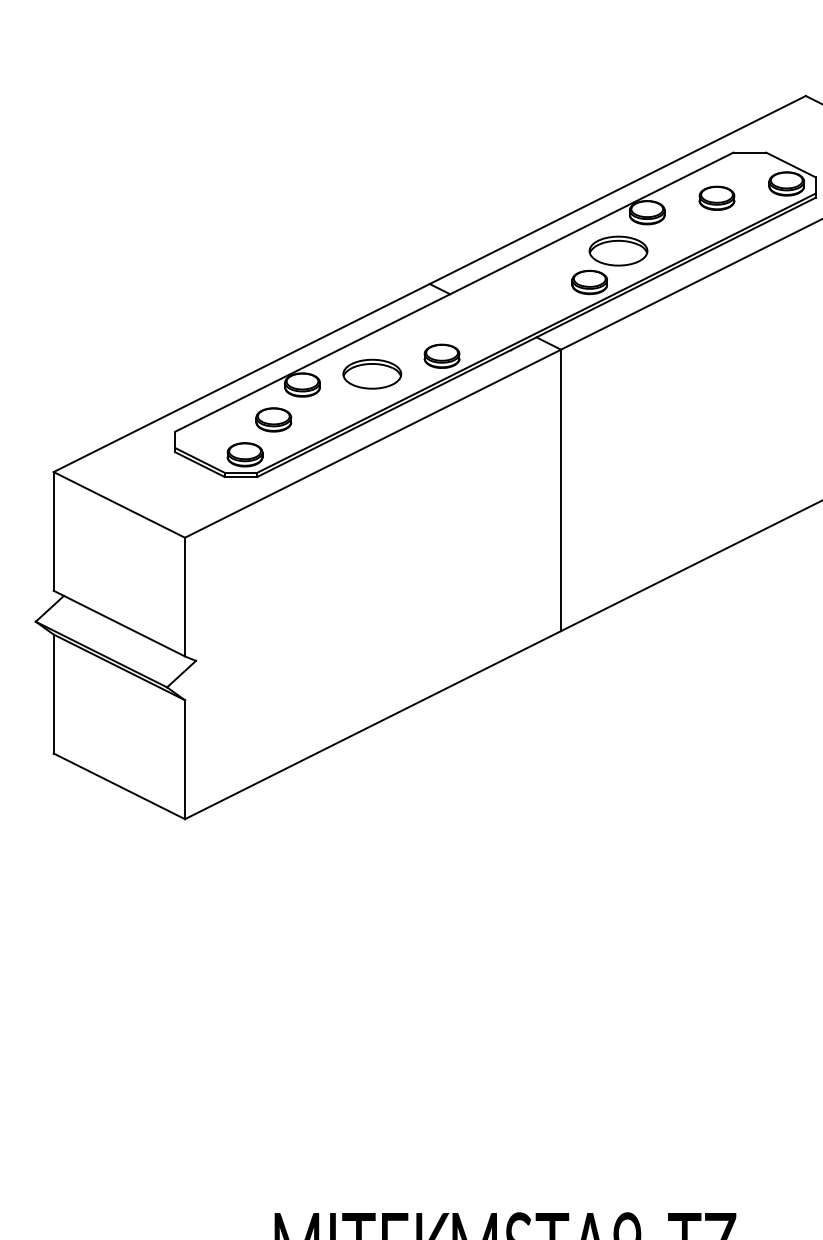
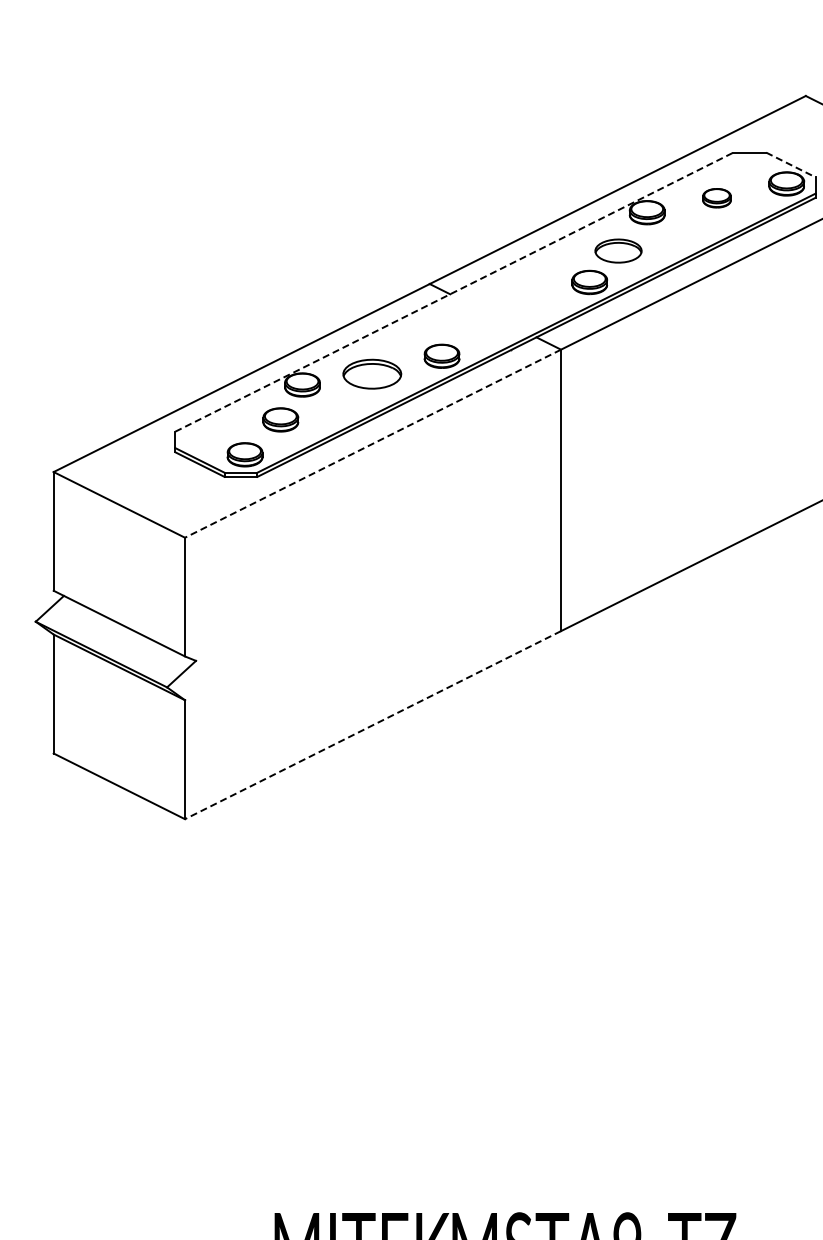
line at (790, 164): solid -> dashed
part at (716, 197) size: 38x26 px -> 30x21 px
part at (618, 250) size: 61x32 px -> 49x26 px
line at (454, 292): solid -> dashed
part at (273, 419) position: (273, 419) -> (280, 419)
line at (372, 443): solid -> dashed
line at (372, 725): solid -> dashed
